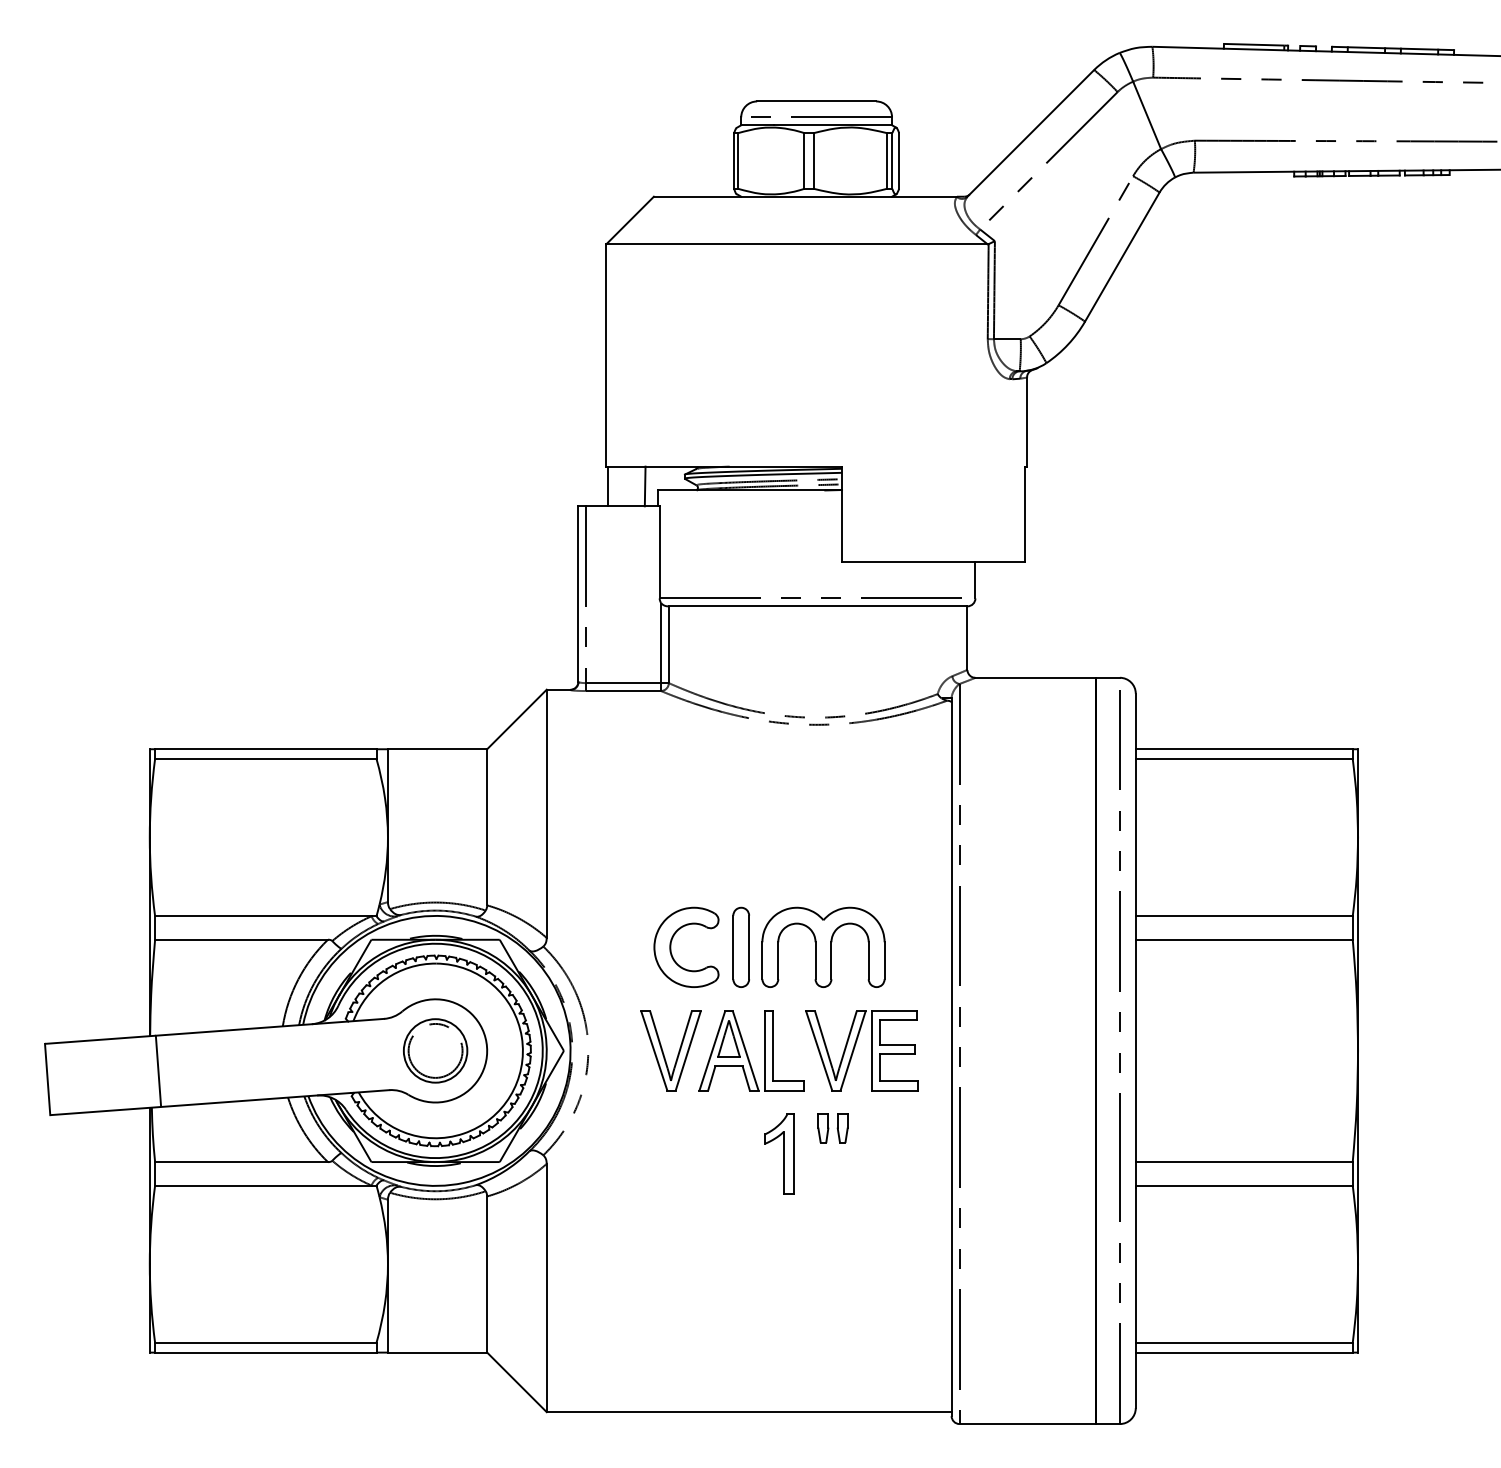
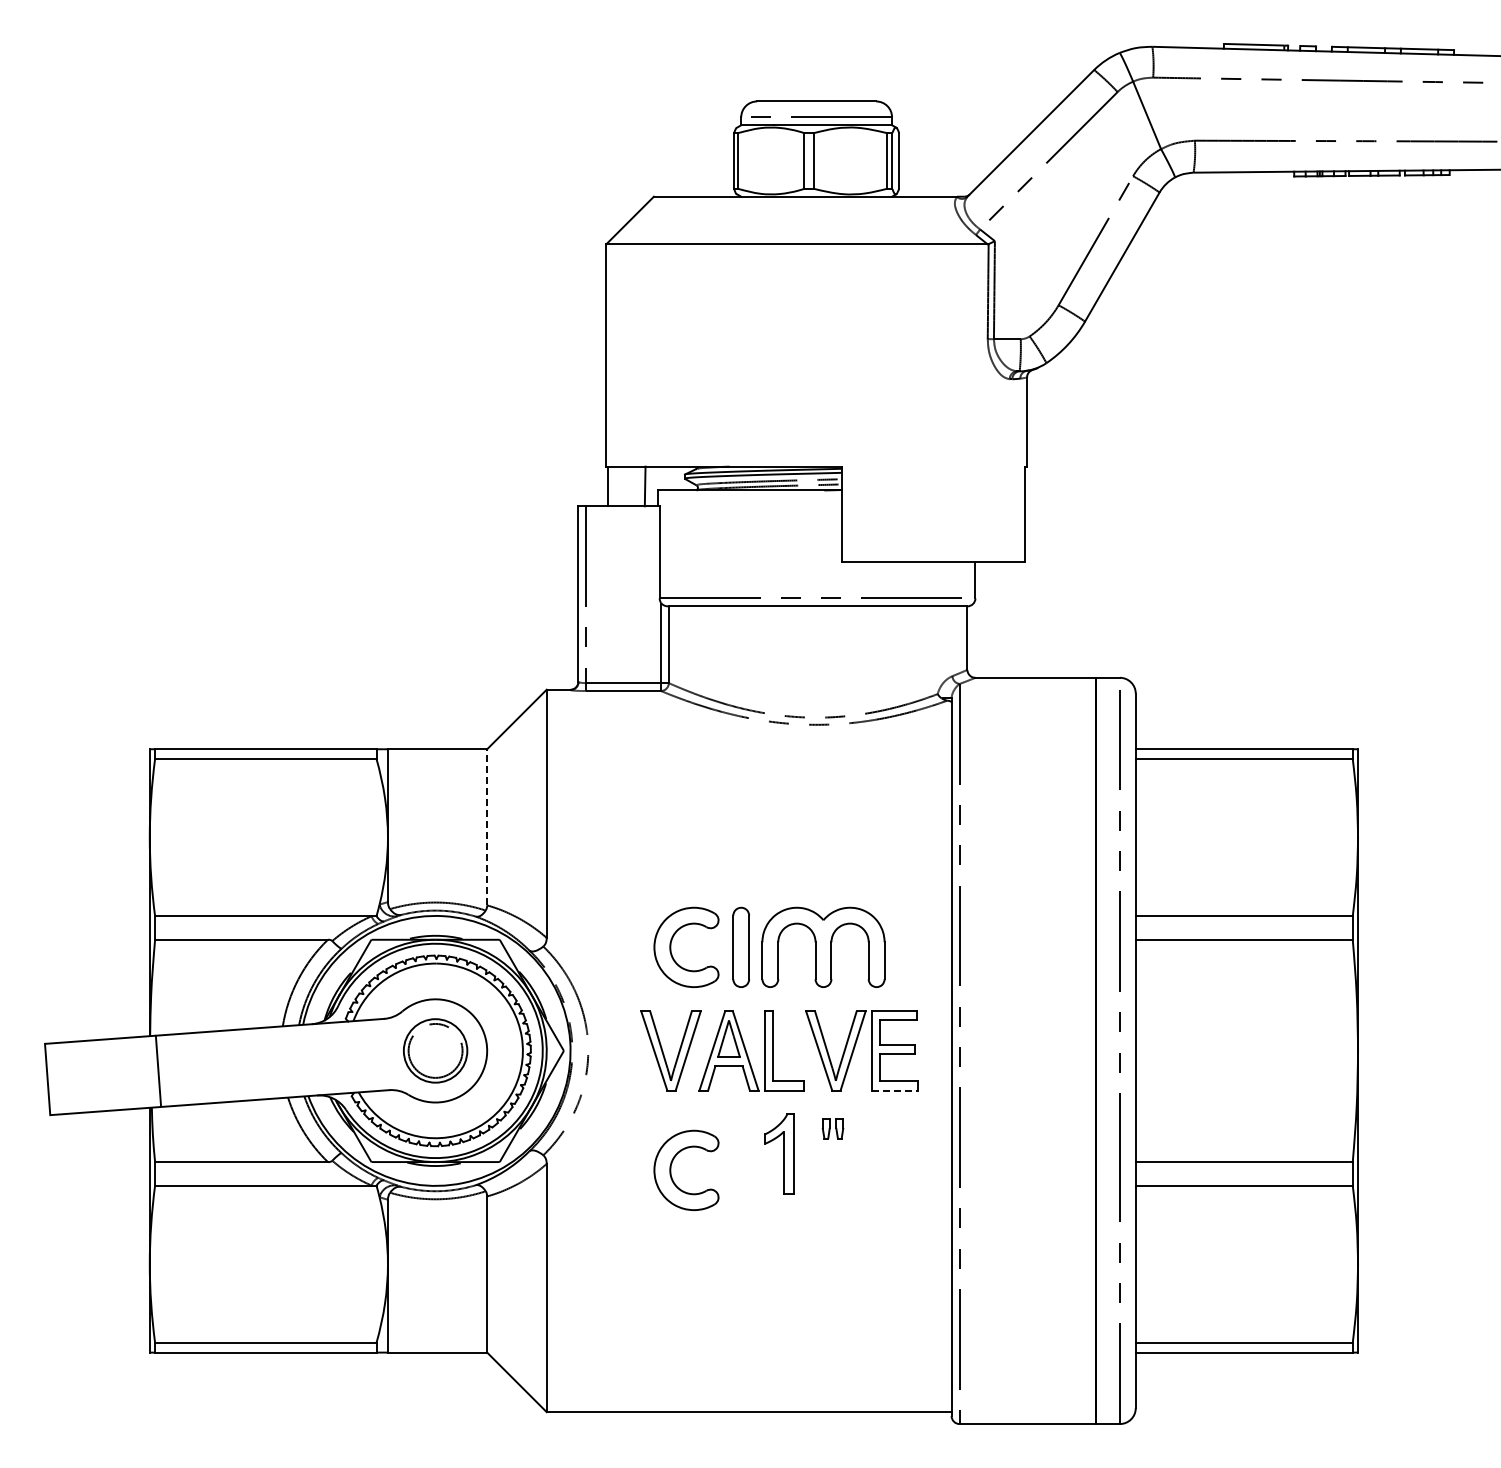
line at (487, 826): solid -> dashed
line at (894, 1090): solid -> dashed
part at (832, 1128) size: 32x31 px -> 24x22 px
part at (671, 1169): none -> present
